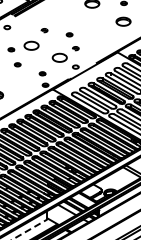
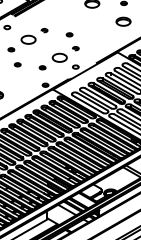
part at (31, 45) position: (31, 45) -> (28, 39)
part at (42, 73) position: (42, 73) -> (42, 67)
line at (30, 229): dashed -> solid
